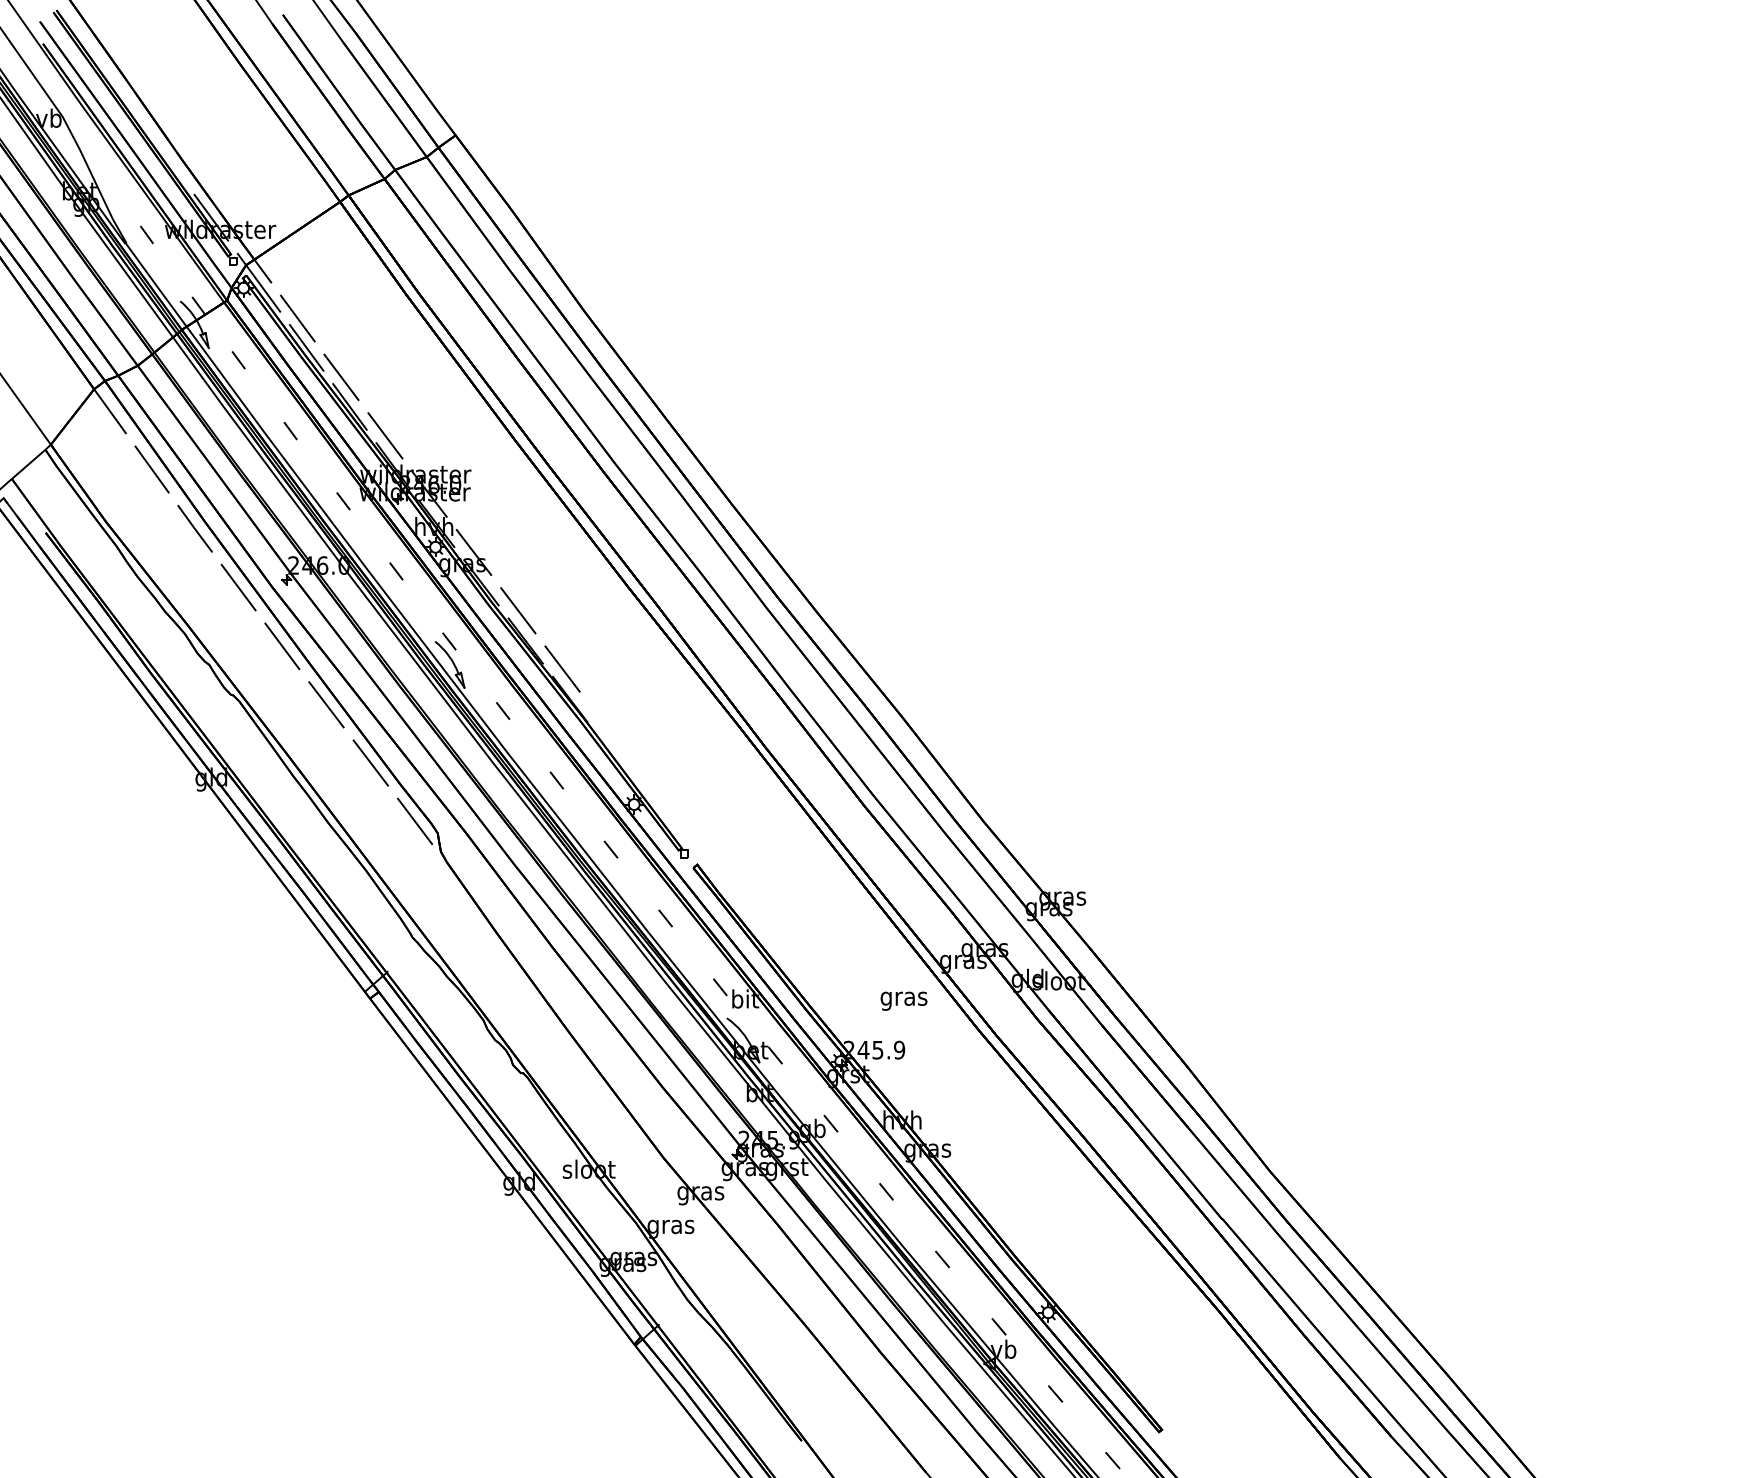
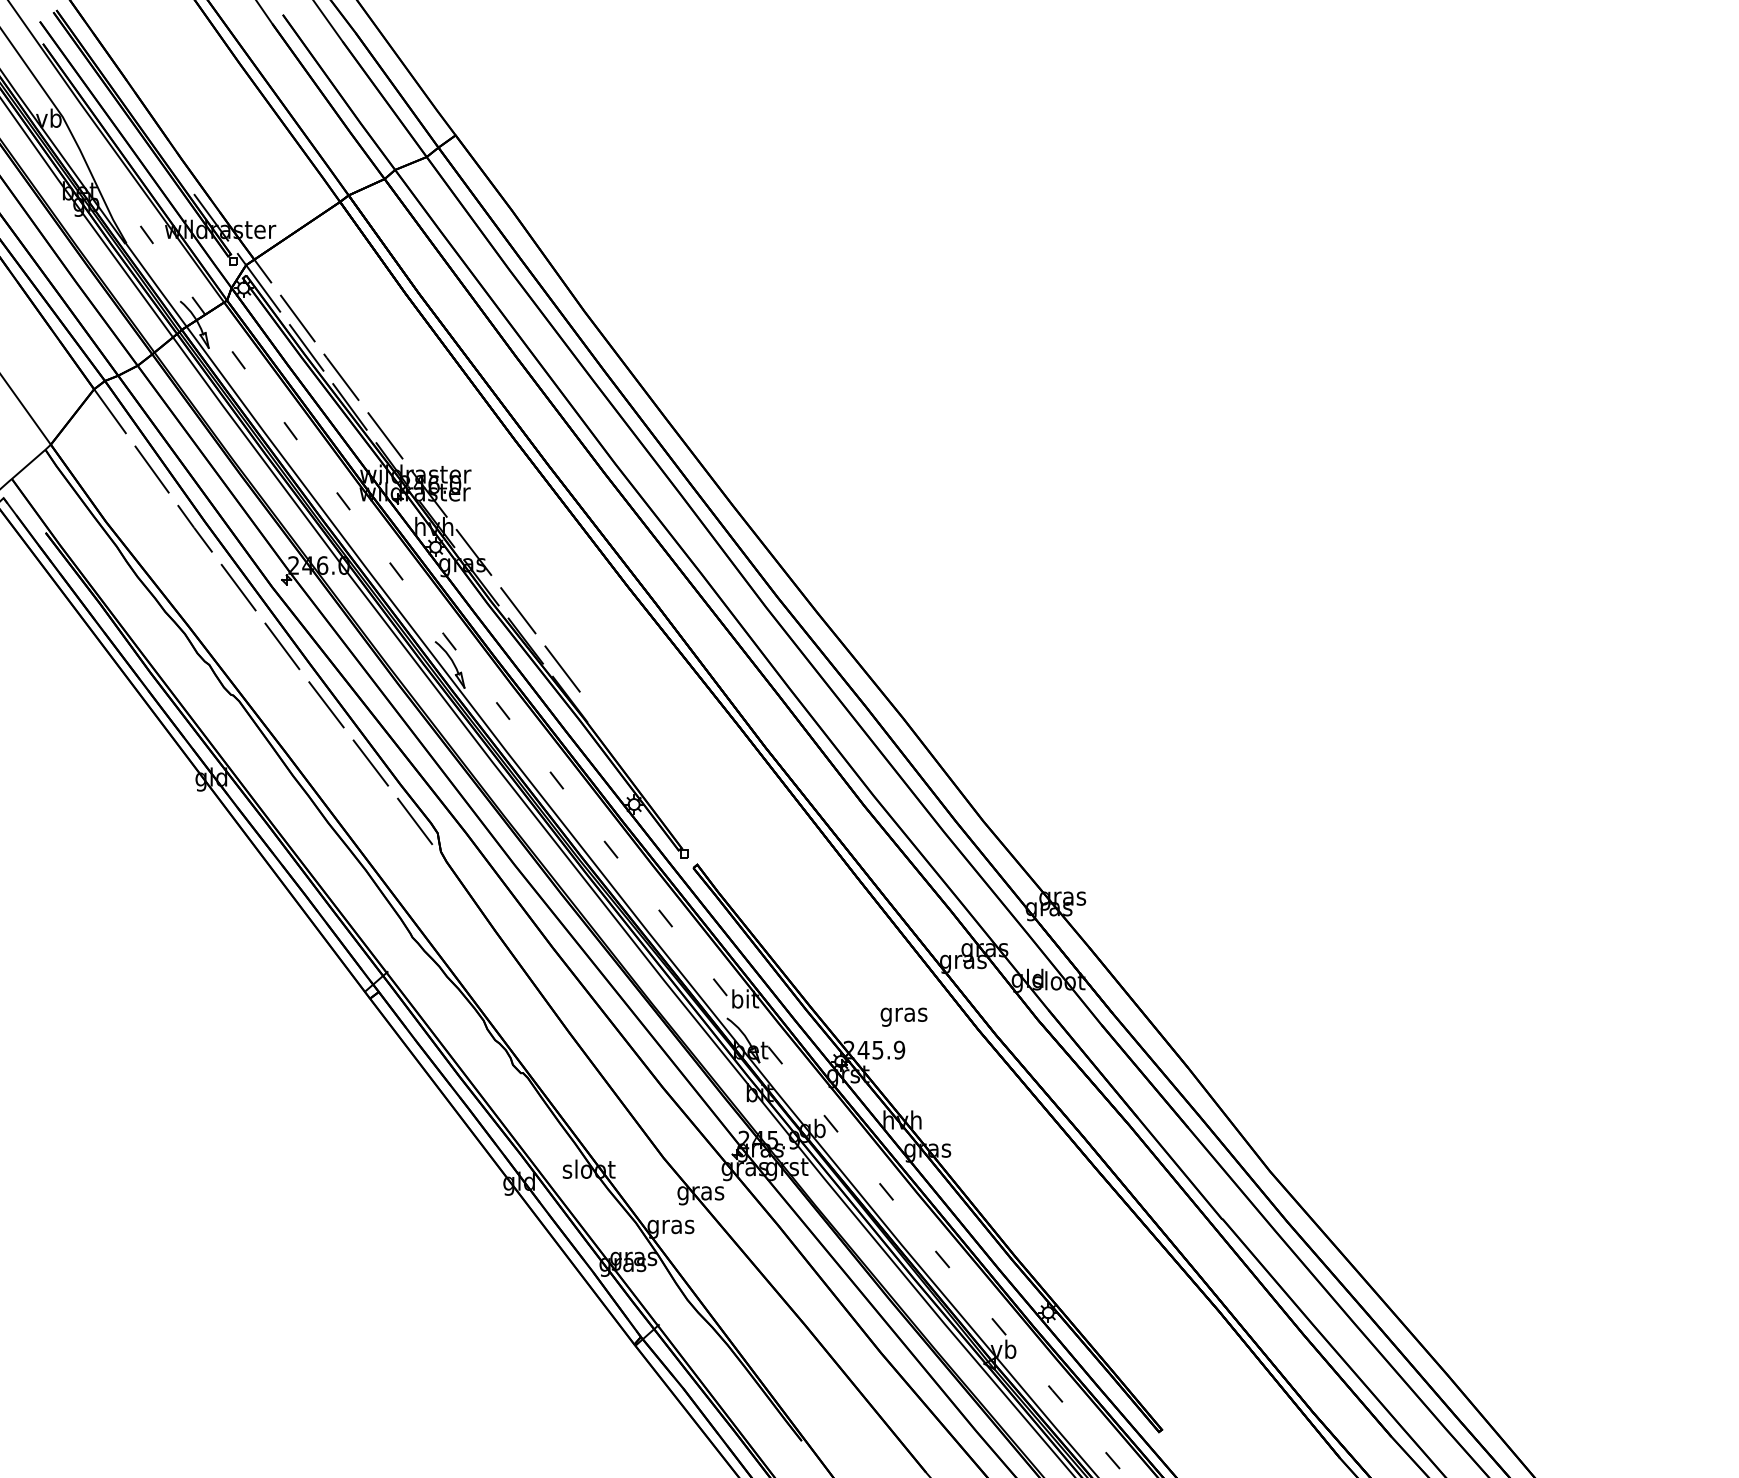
text at (903, 1000) position: (903, 1000) -> (903, 1016)
